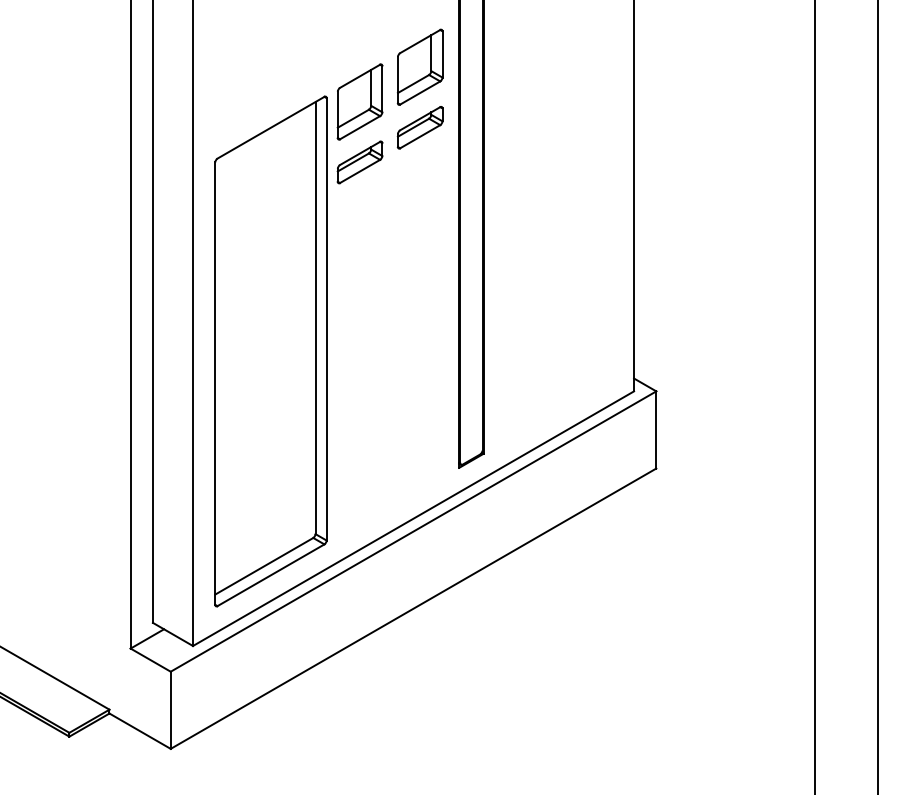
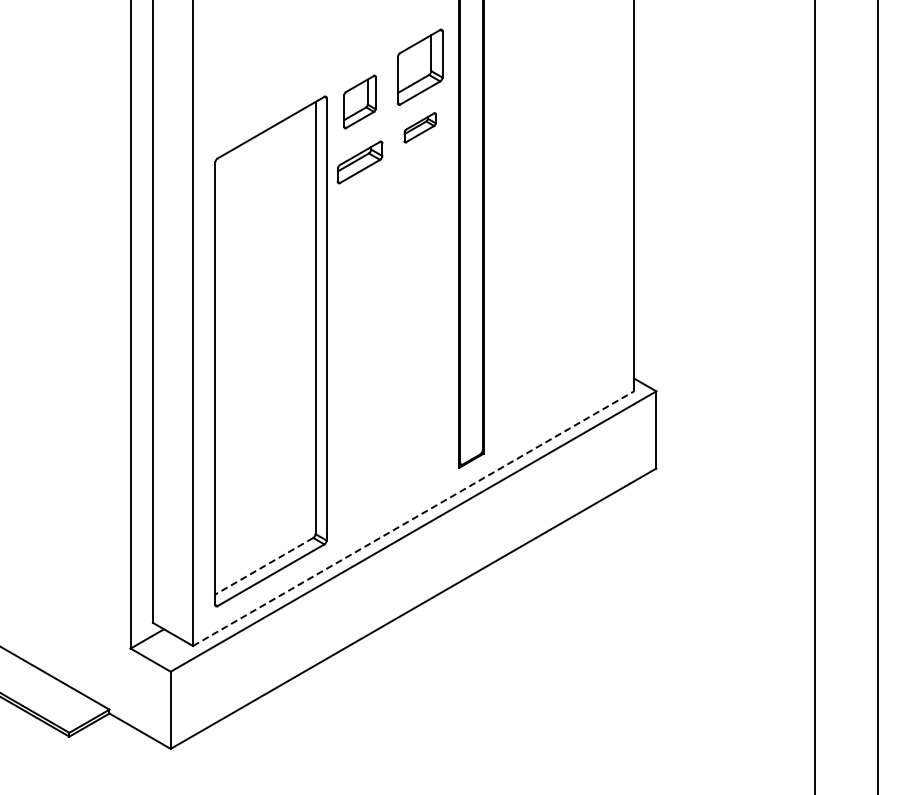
part at (359, 101) size: 48x78 px -> 34x56 px
part at (419, 127) size: 48x44 px -> 34x32 px
line at (413, 518): solid -> dashed
line at (264, 566): solid -> dashed
